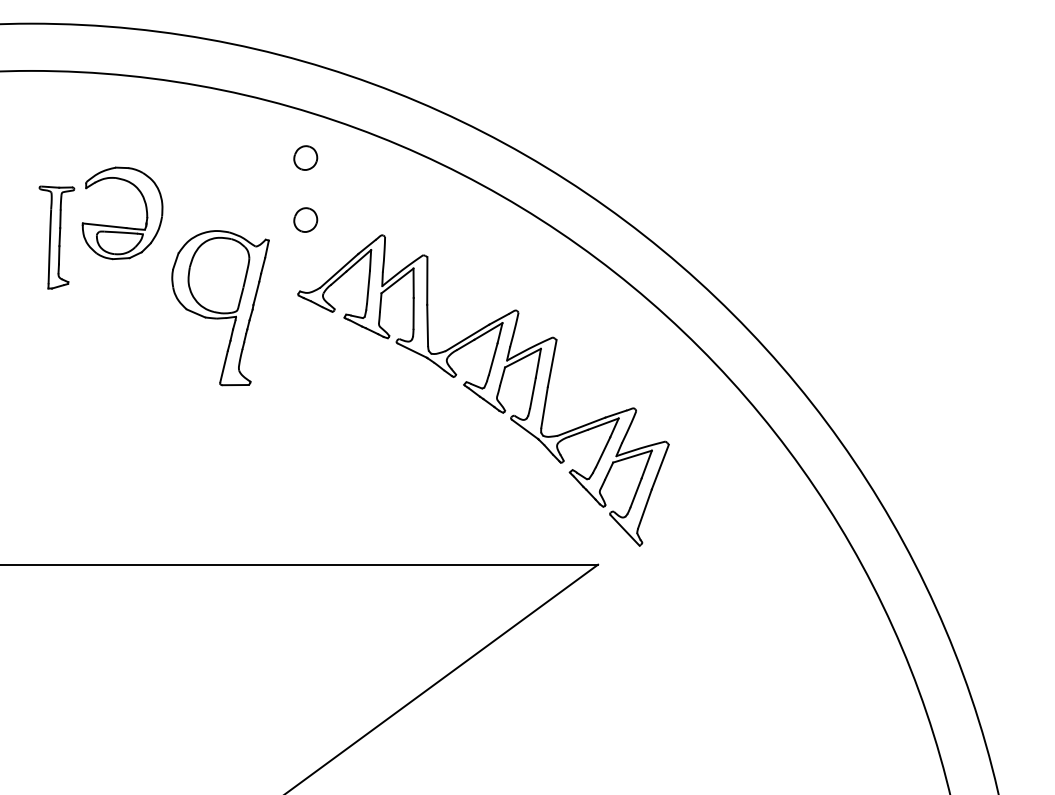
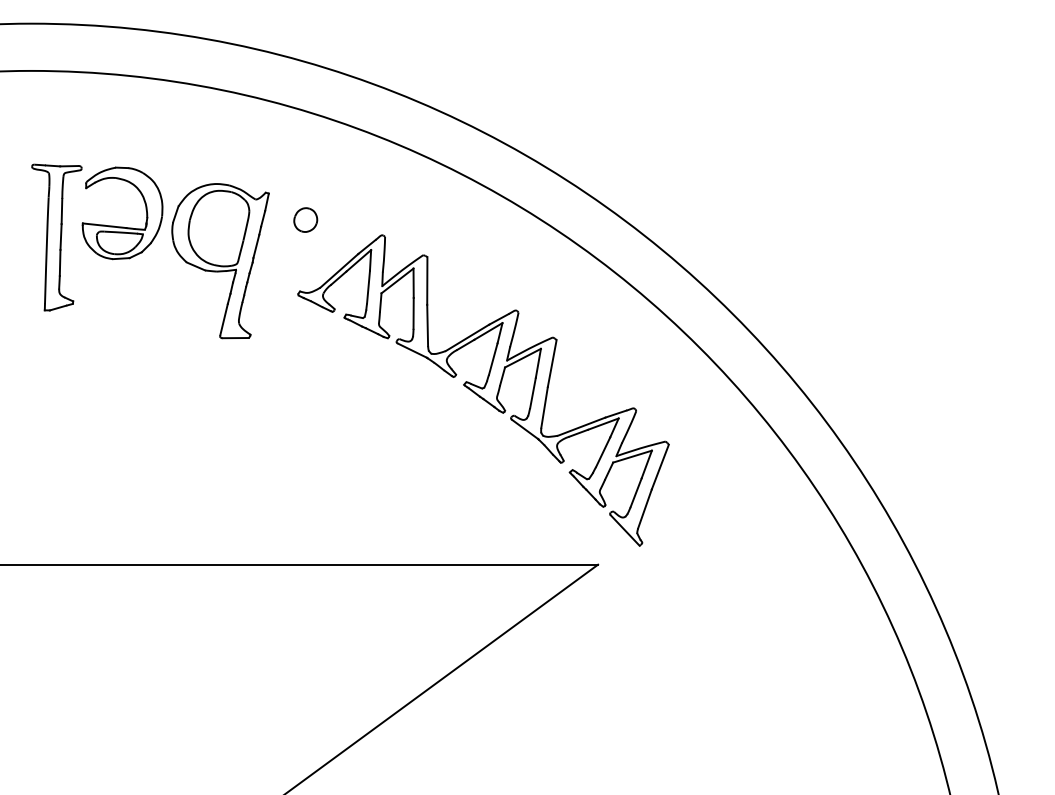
part at (305, 157): present -> none
part at (56, 237) size: 38x105 px -> 52x149 px
part at (220, 308) position: (220, 308) -> (220, 261)
